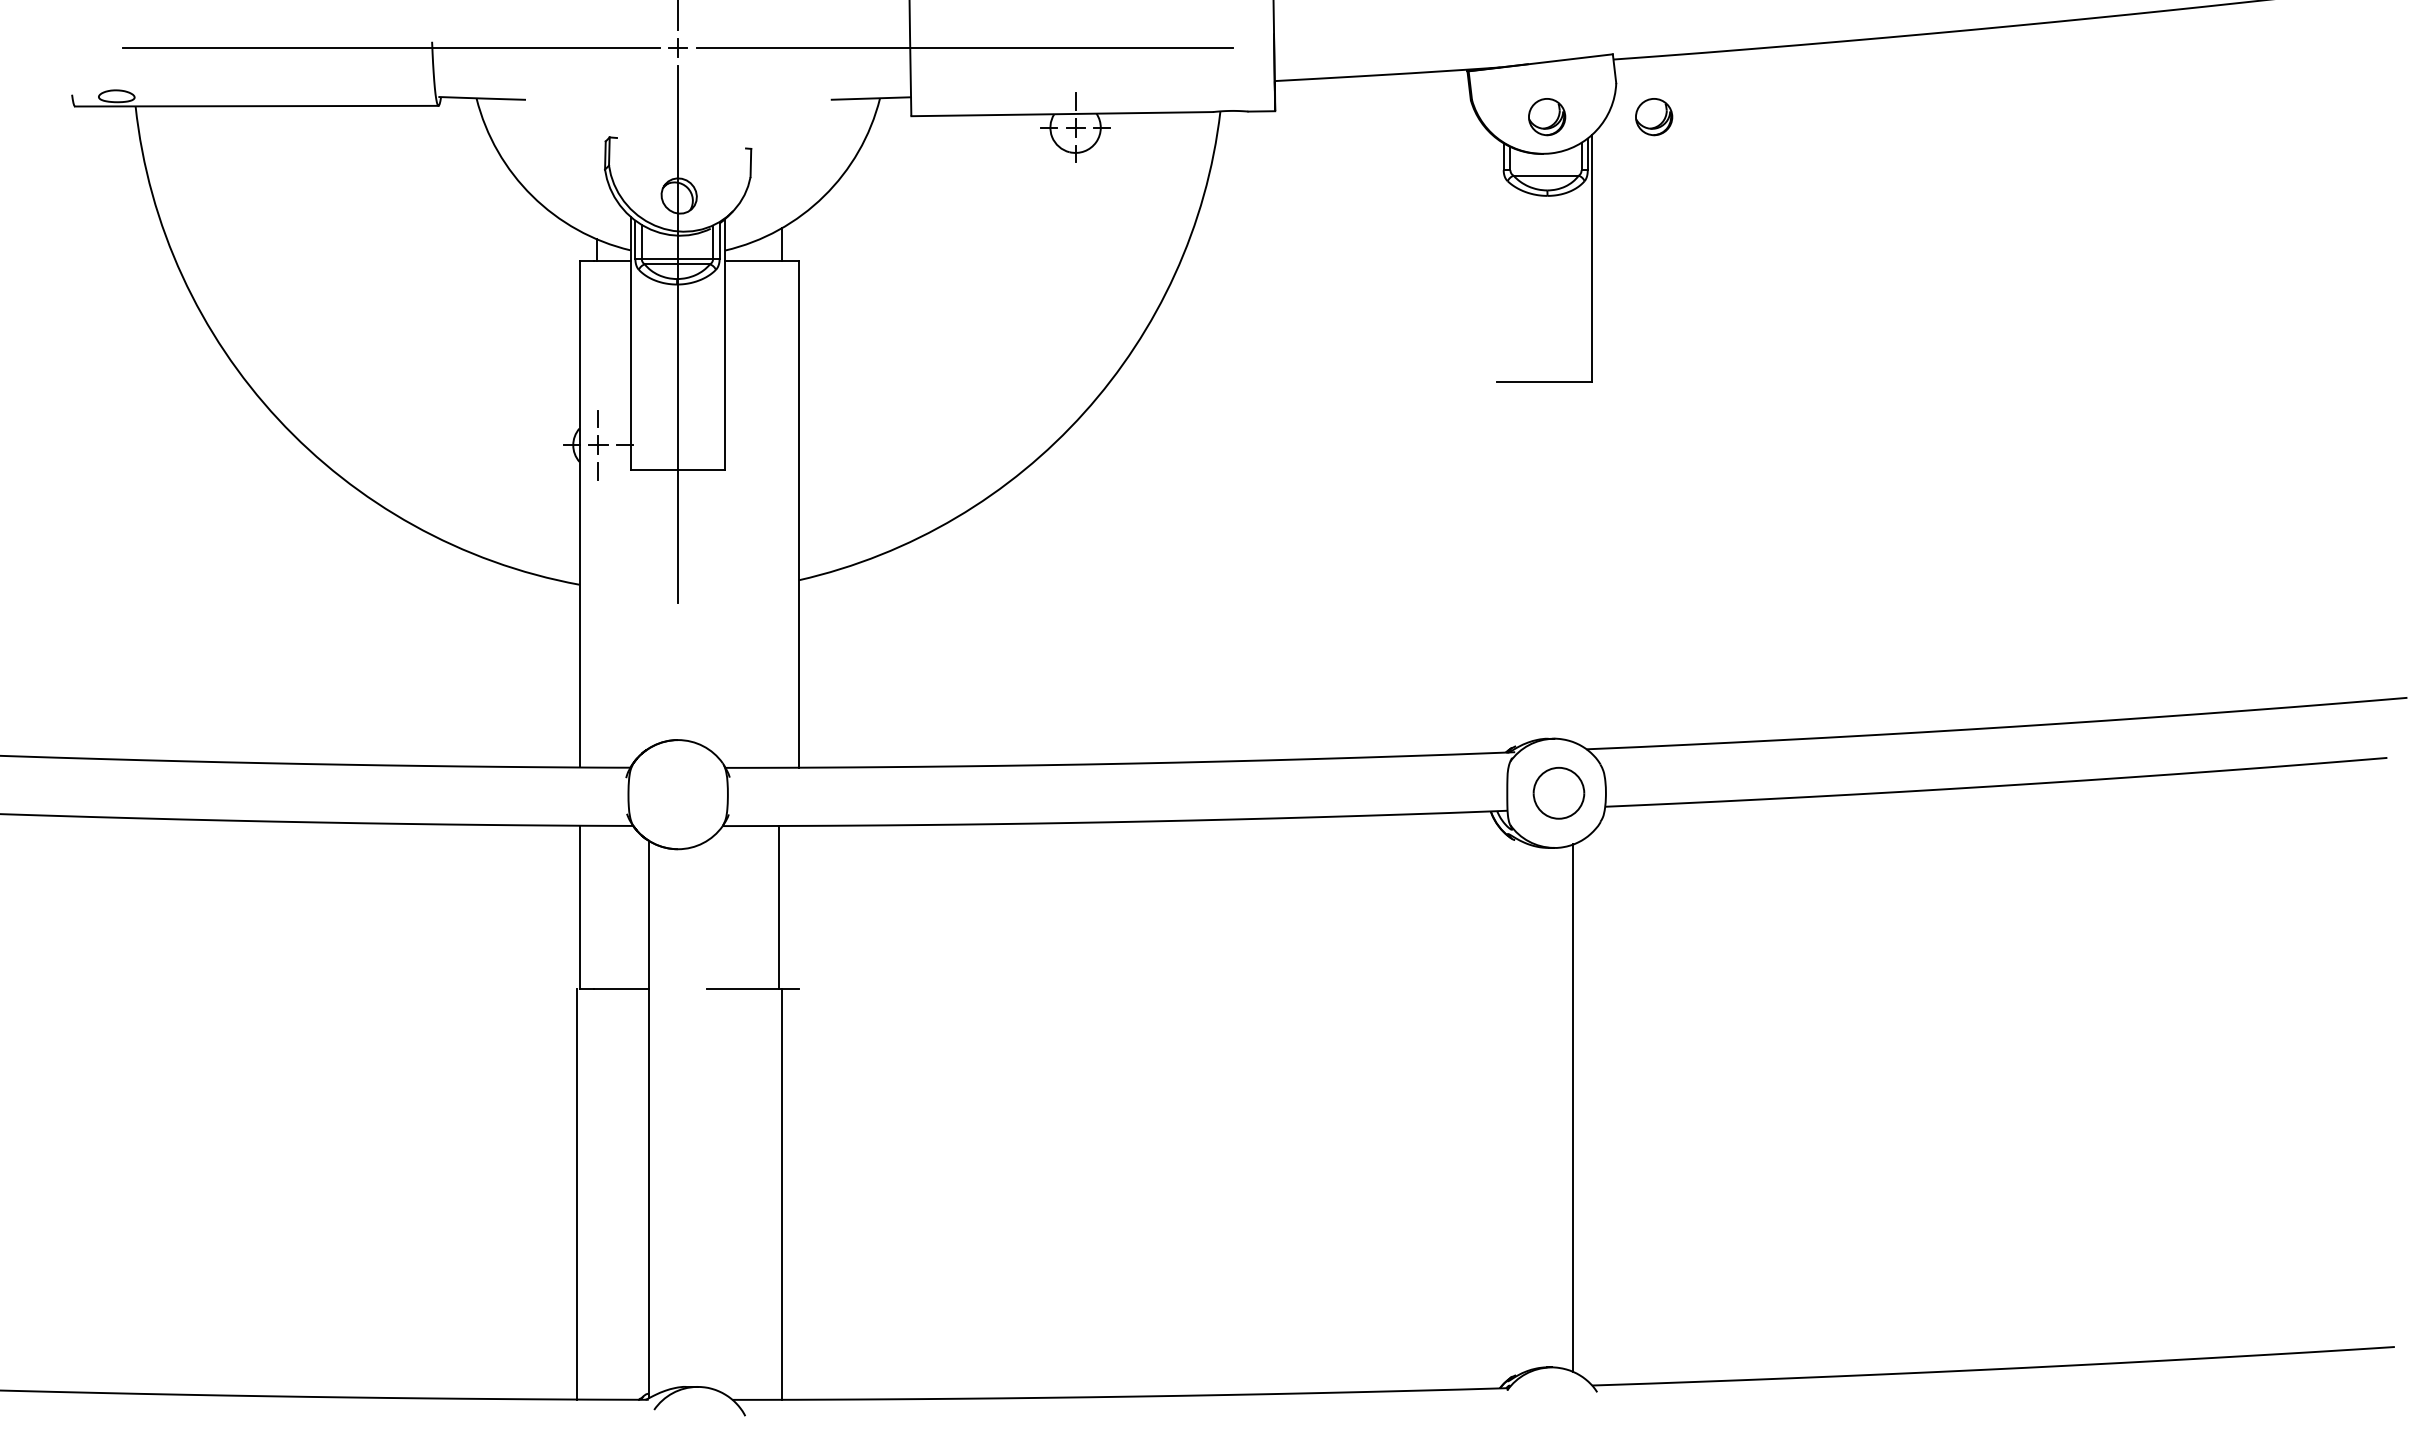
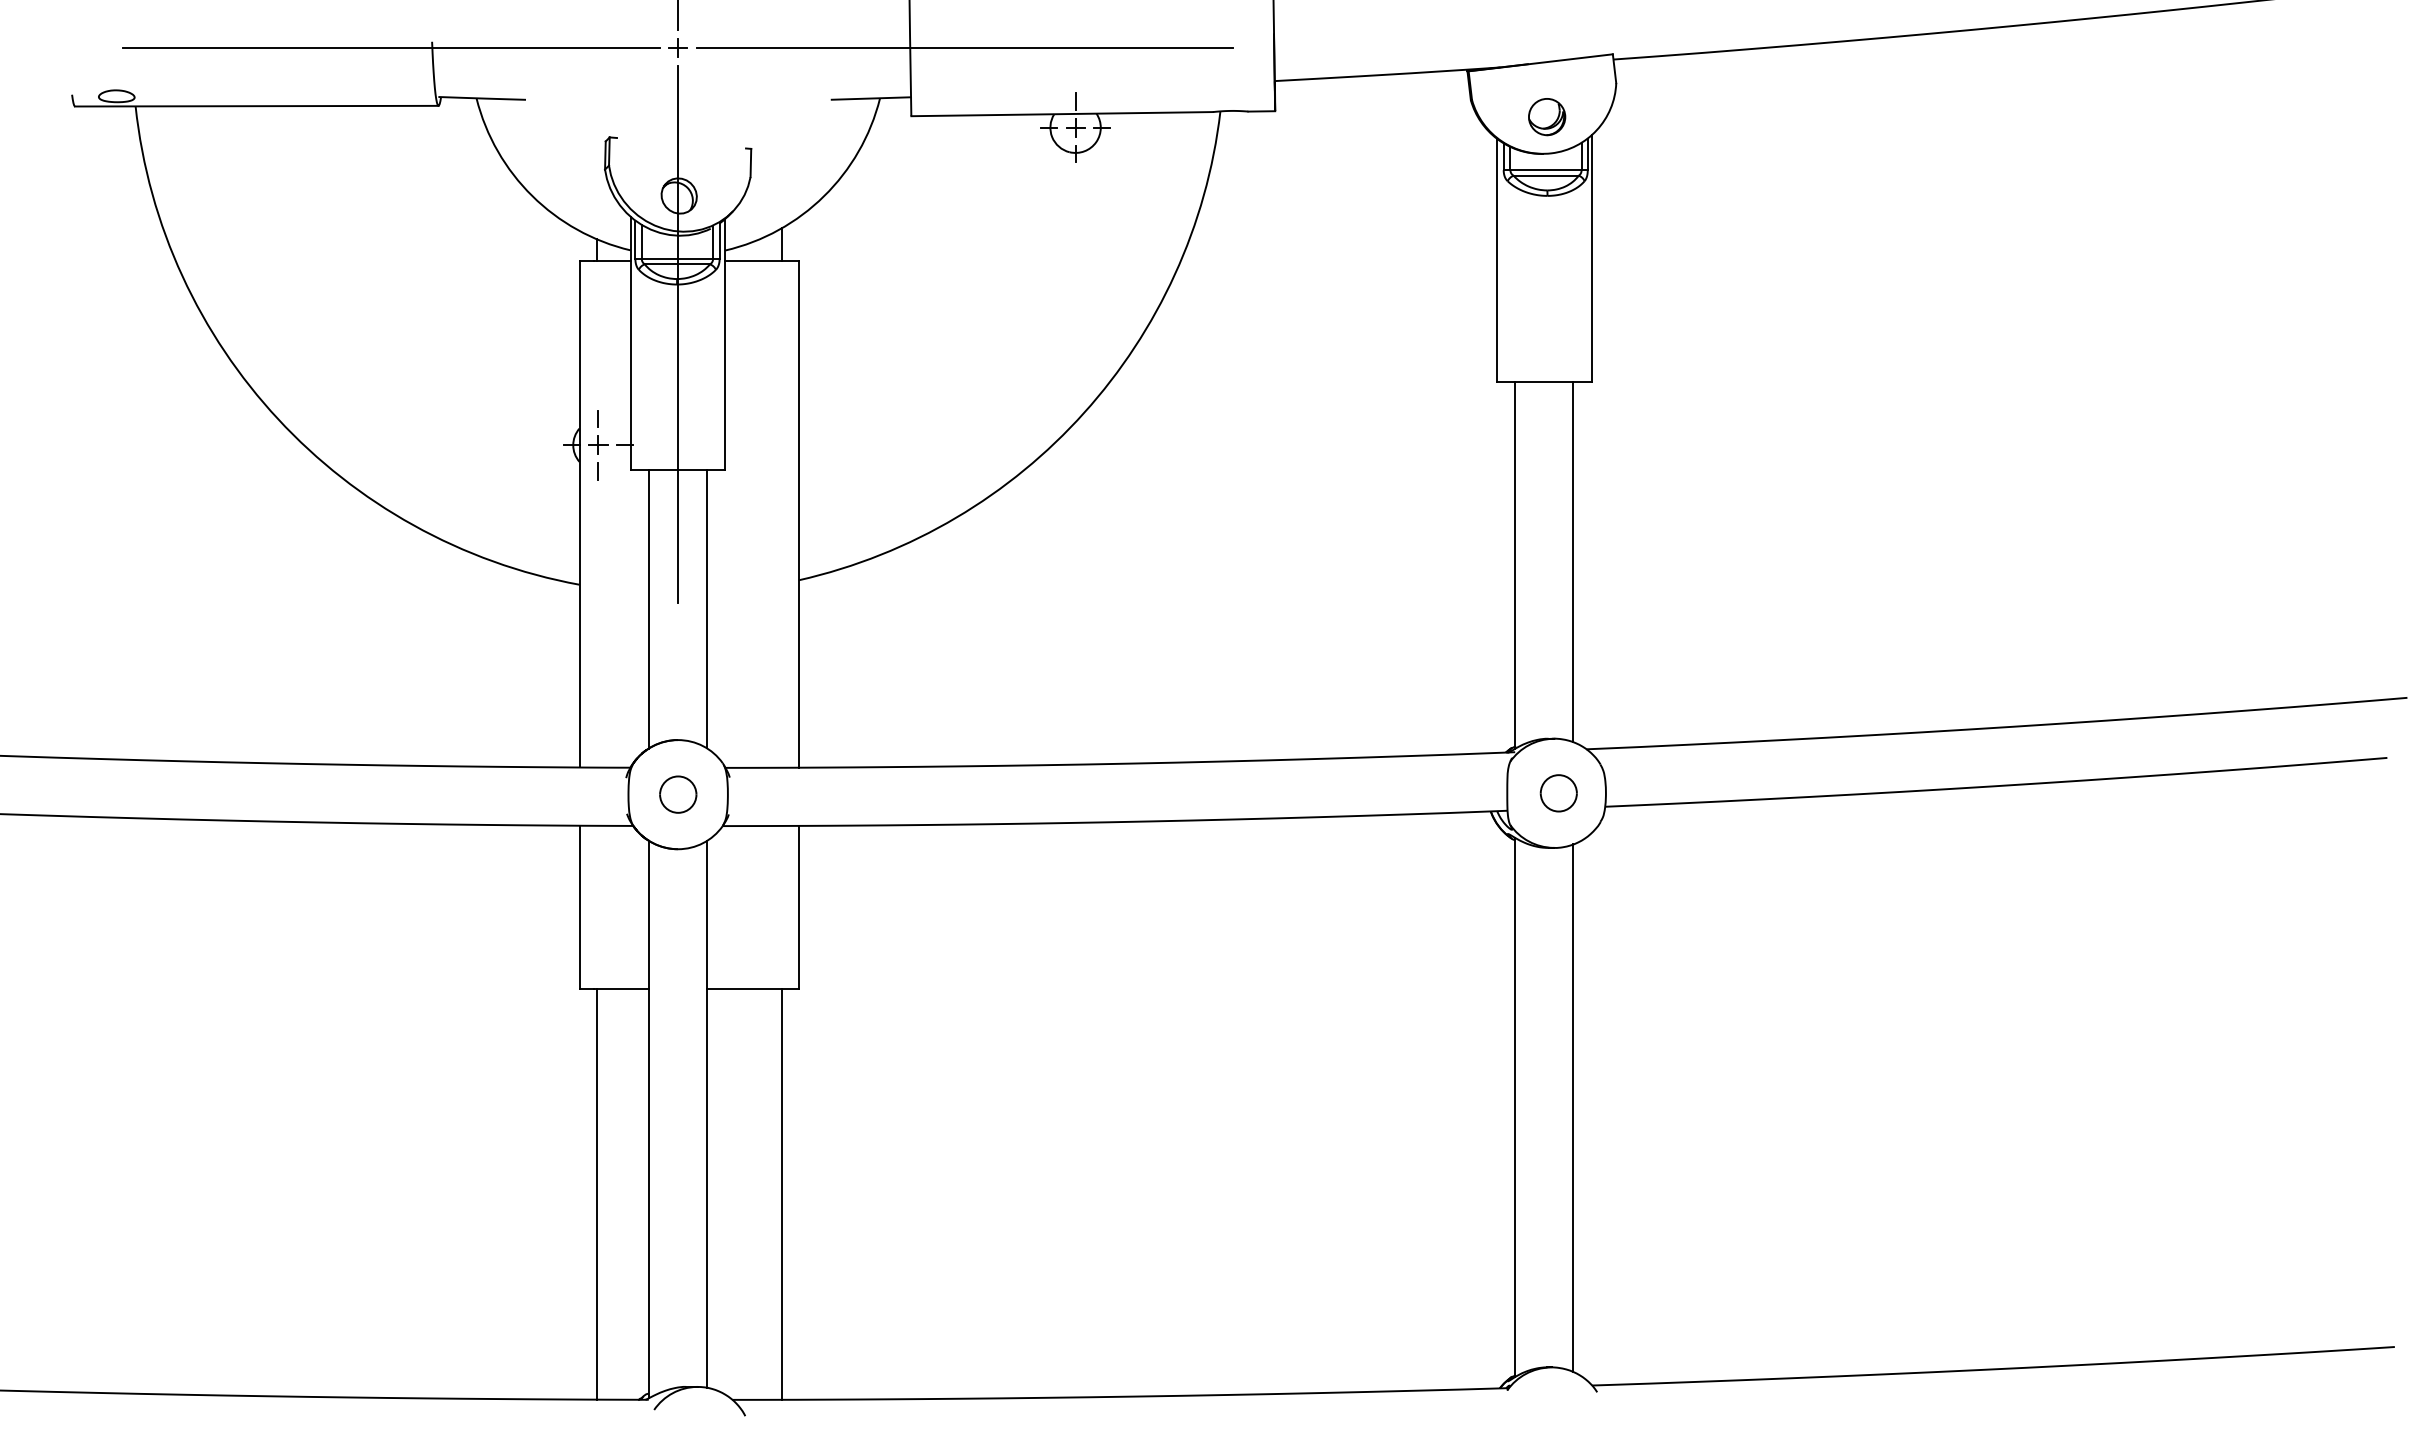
part at (1654, 117): present -> none
line at (1545, 170): none -> present
line at (1496, 259): none -> present
line at (1573, 561): none -> present
line at (1515, 564): none -> present
line at (648, 609): none -> present
line at (706, 609): none -> present
part at (1558, 792) size: 54x54 px -> 39x39 px
part at (678, 794): none -> present
line at (779, 906) position: (779, 906) -> (799, 906)
line at (1515, 1107): none -> present
line at (706, 1113): none -> present
line at (576, 1193) position: (576, 1193) -> (596, 1193)
